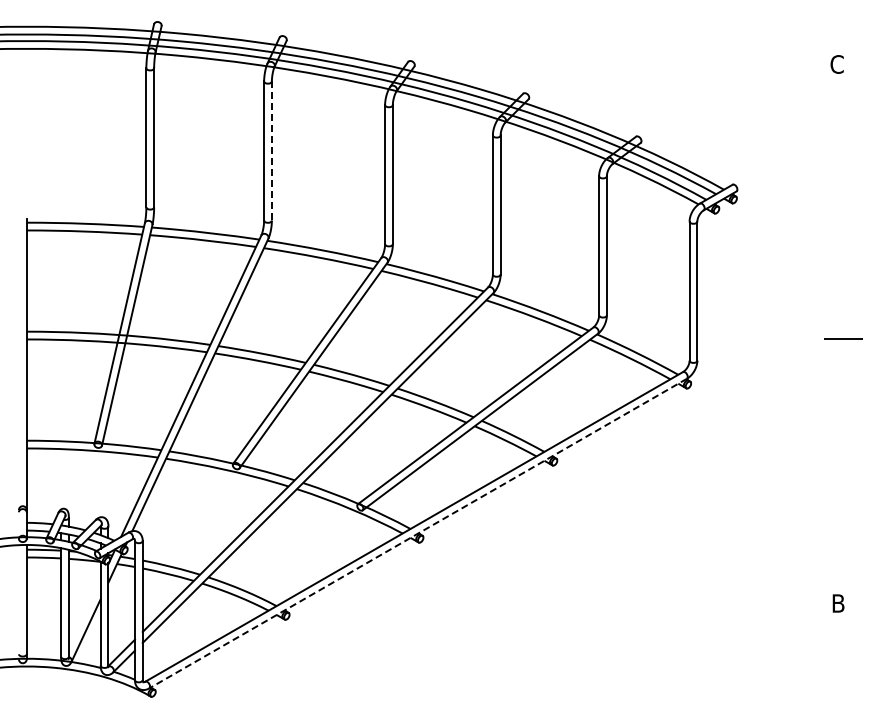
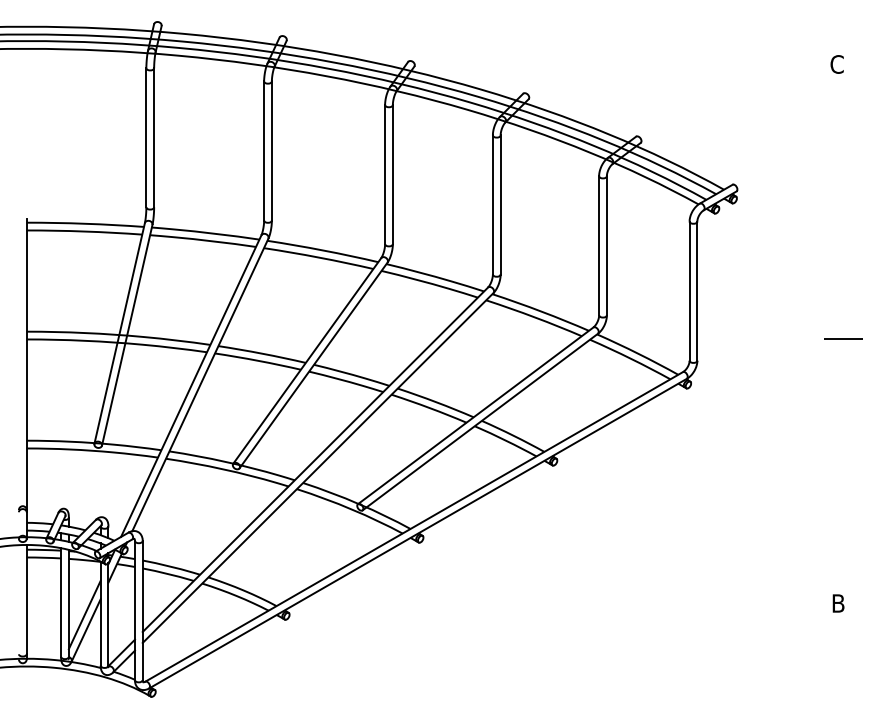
line at (271, 151): dashed -> solid
line at (417, 533): dashed -> solid
line at (84, 614): none -> present
